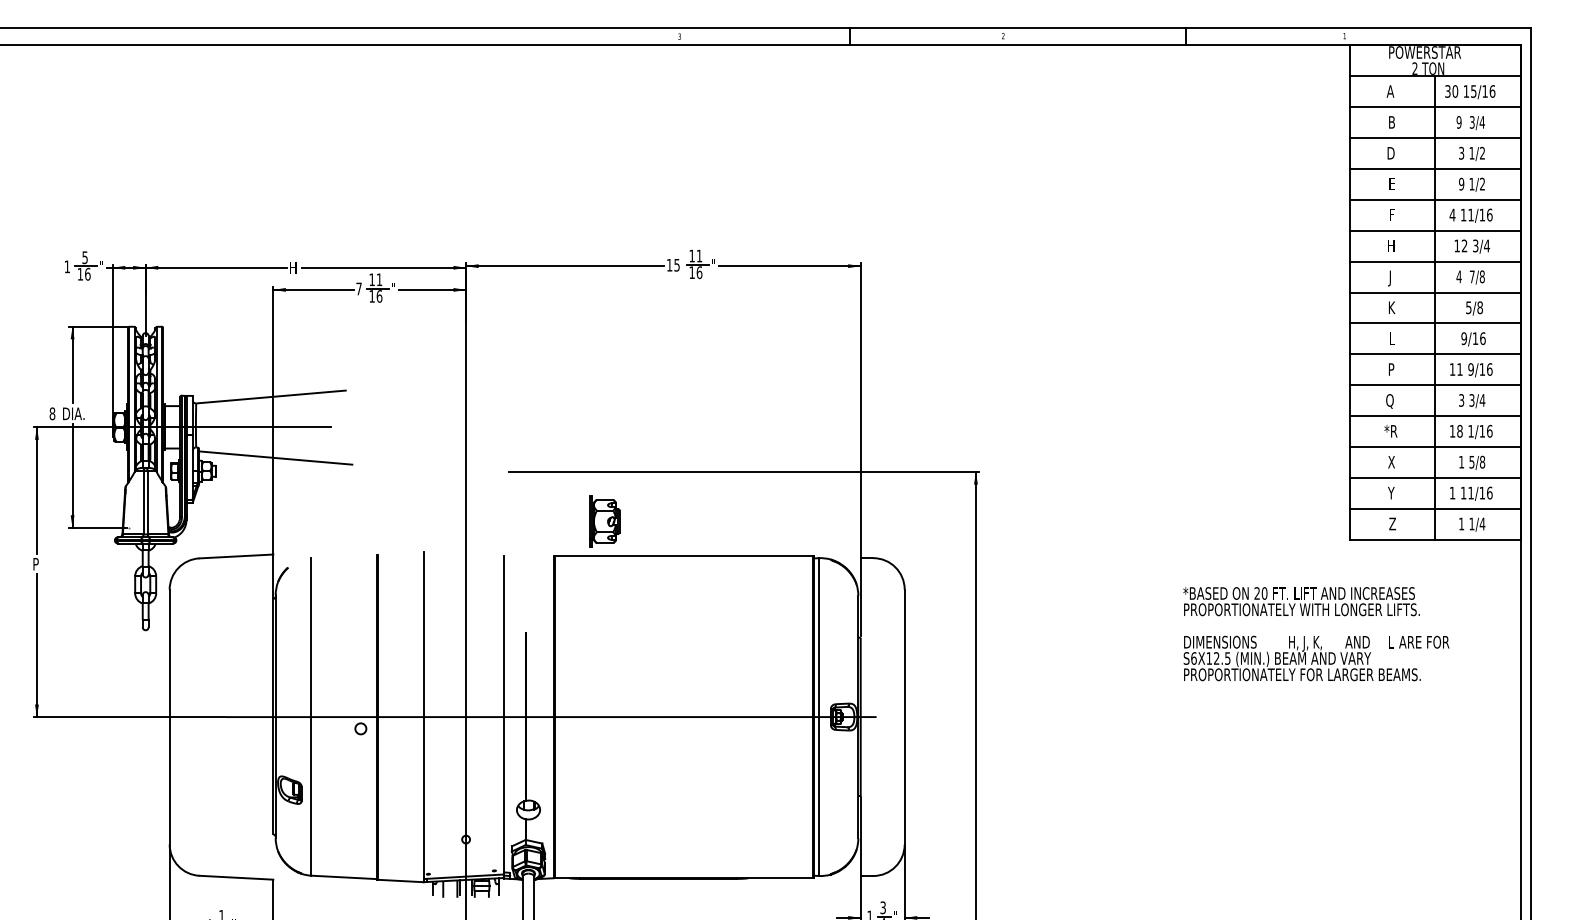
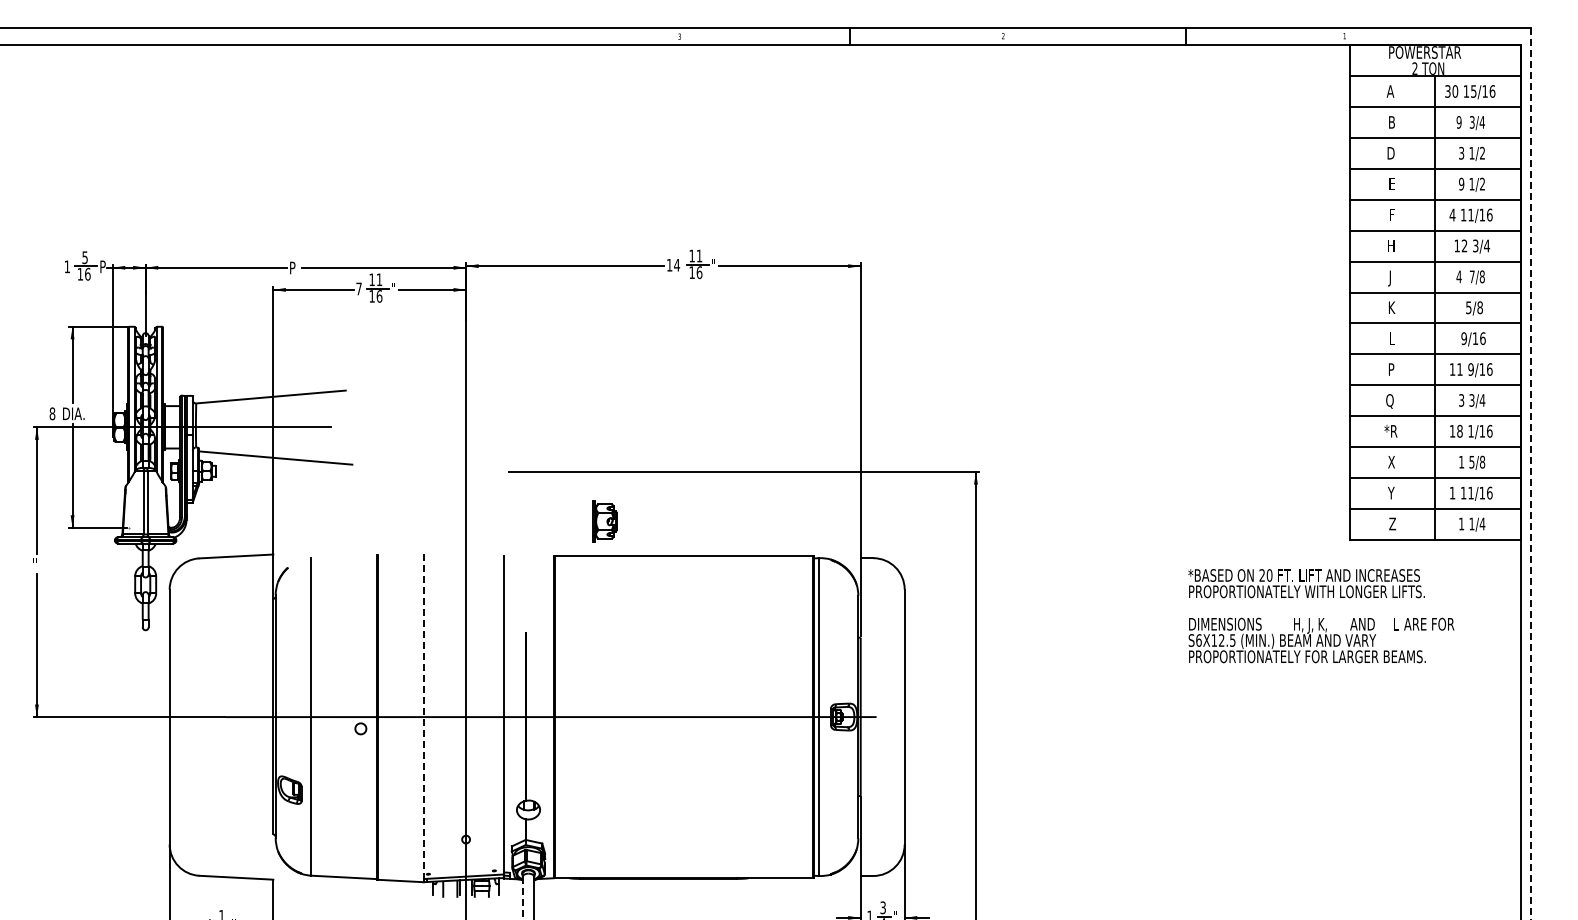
text at (677, 265): 15 -> 14
text at (102, 266): " -> P
text at (293, 267): H -> P
line at (1530, 473): solid -> dashed
part at (604, 521) size: 32x53 px -> 26x43 px
text at (35, 564): P -> "
text at (1316, 634) position: (1316, 634) -> (1321, 616)
line at (423, 715): solid -> dashed
line at (522, 898): solid -> dashed
